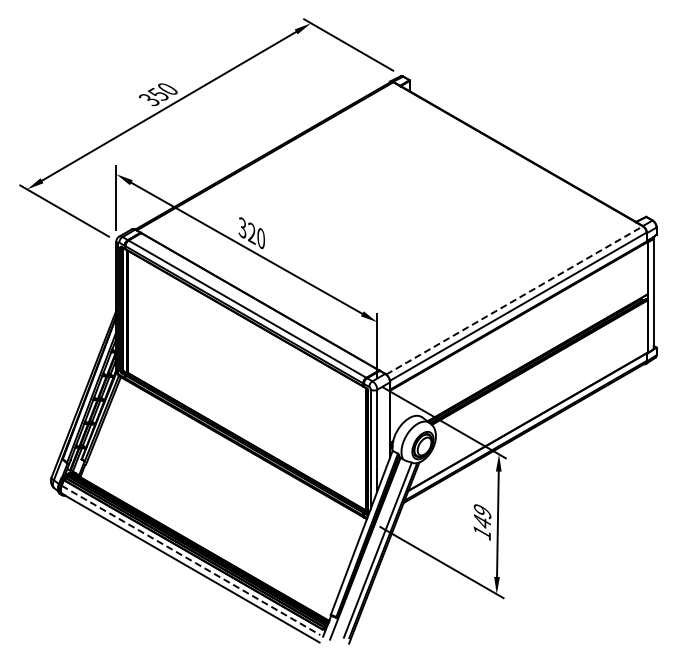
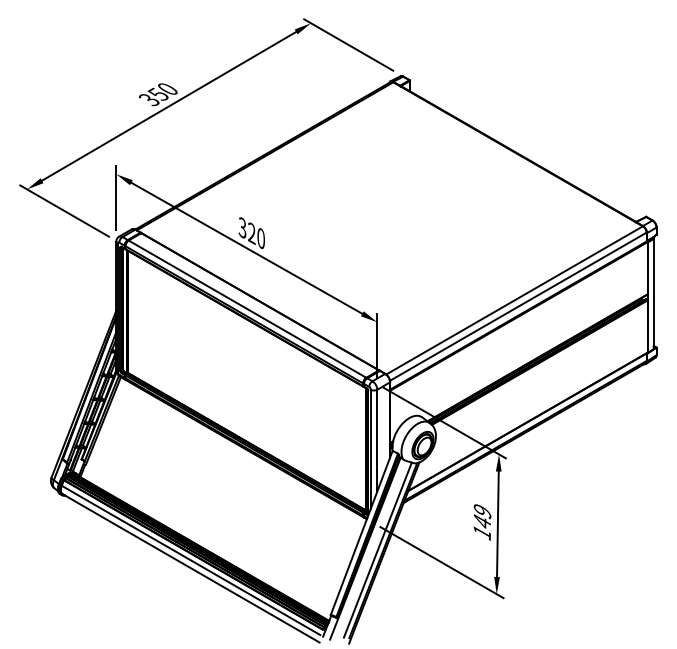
line at (515, 300): dashed -> solid
line at (191, 560): dashed -> solid
